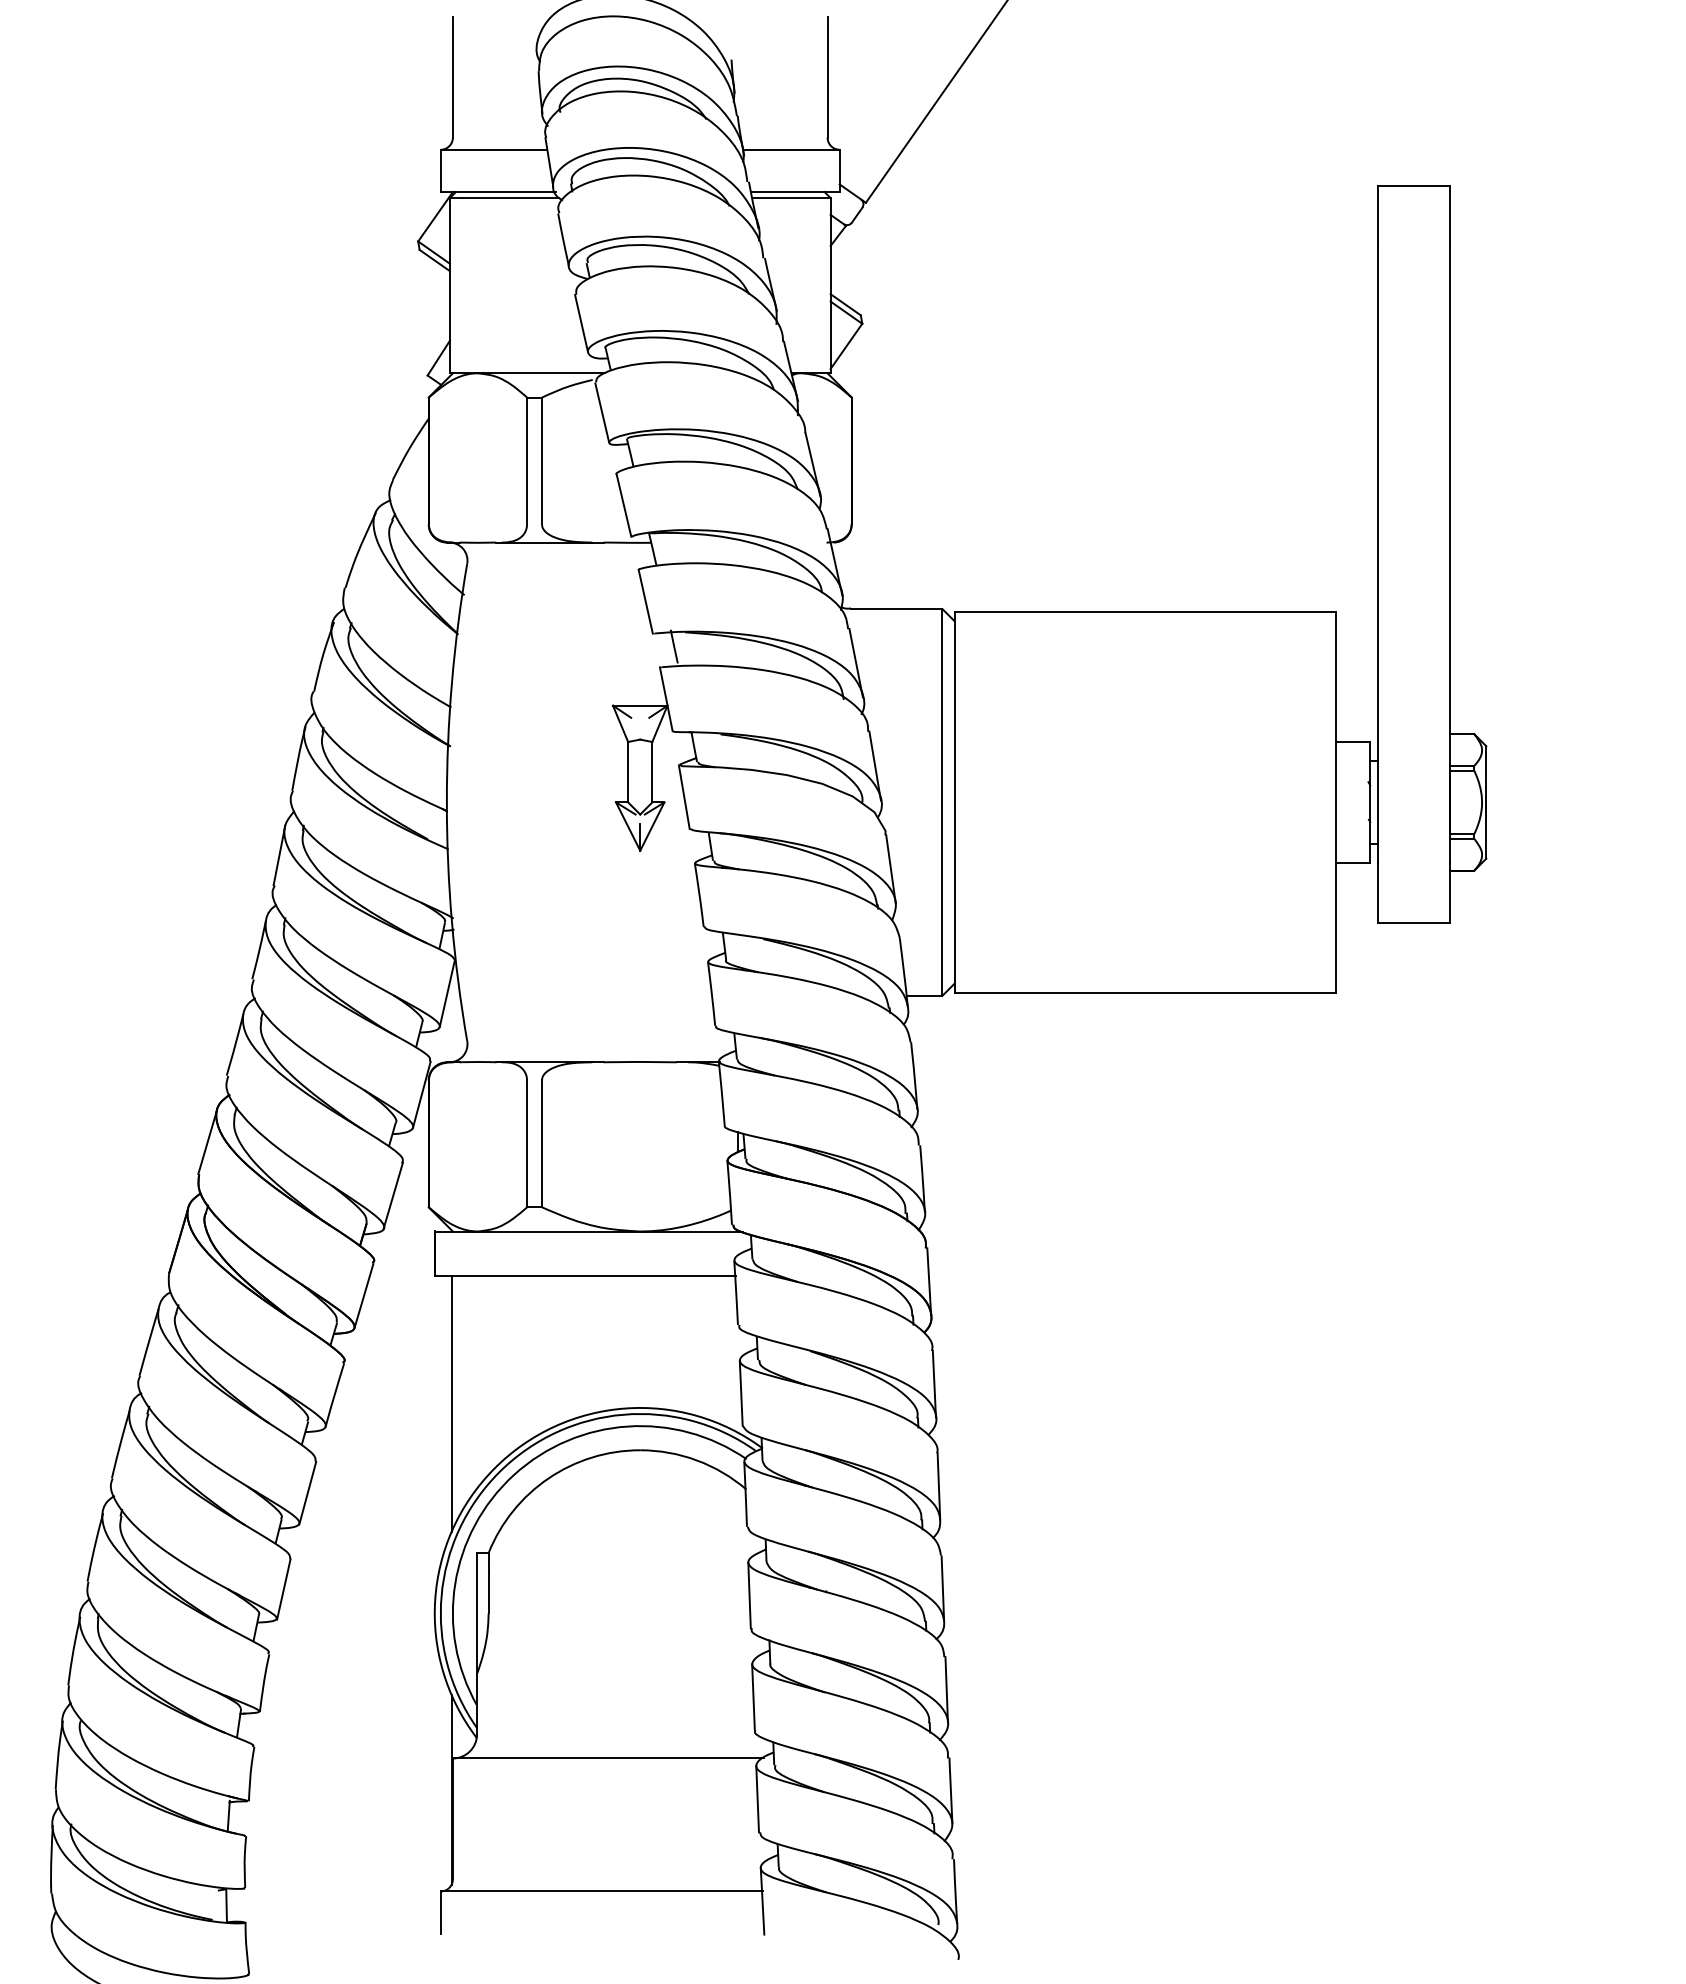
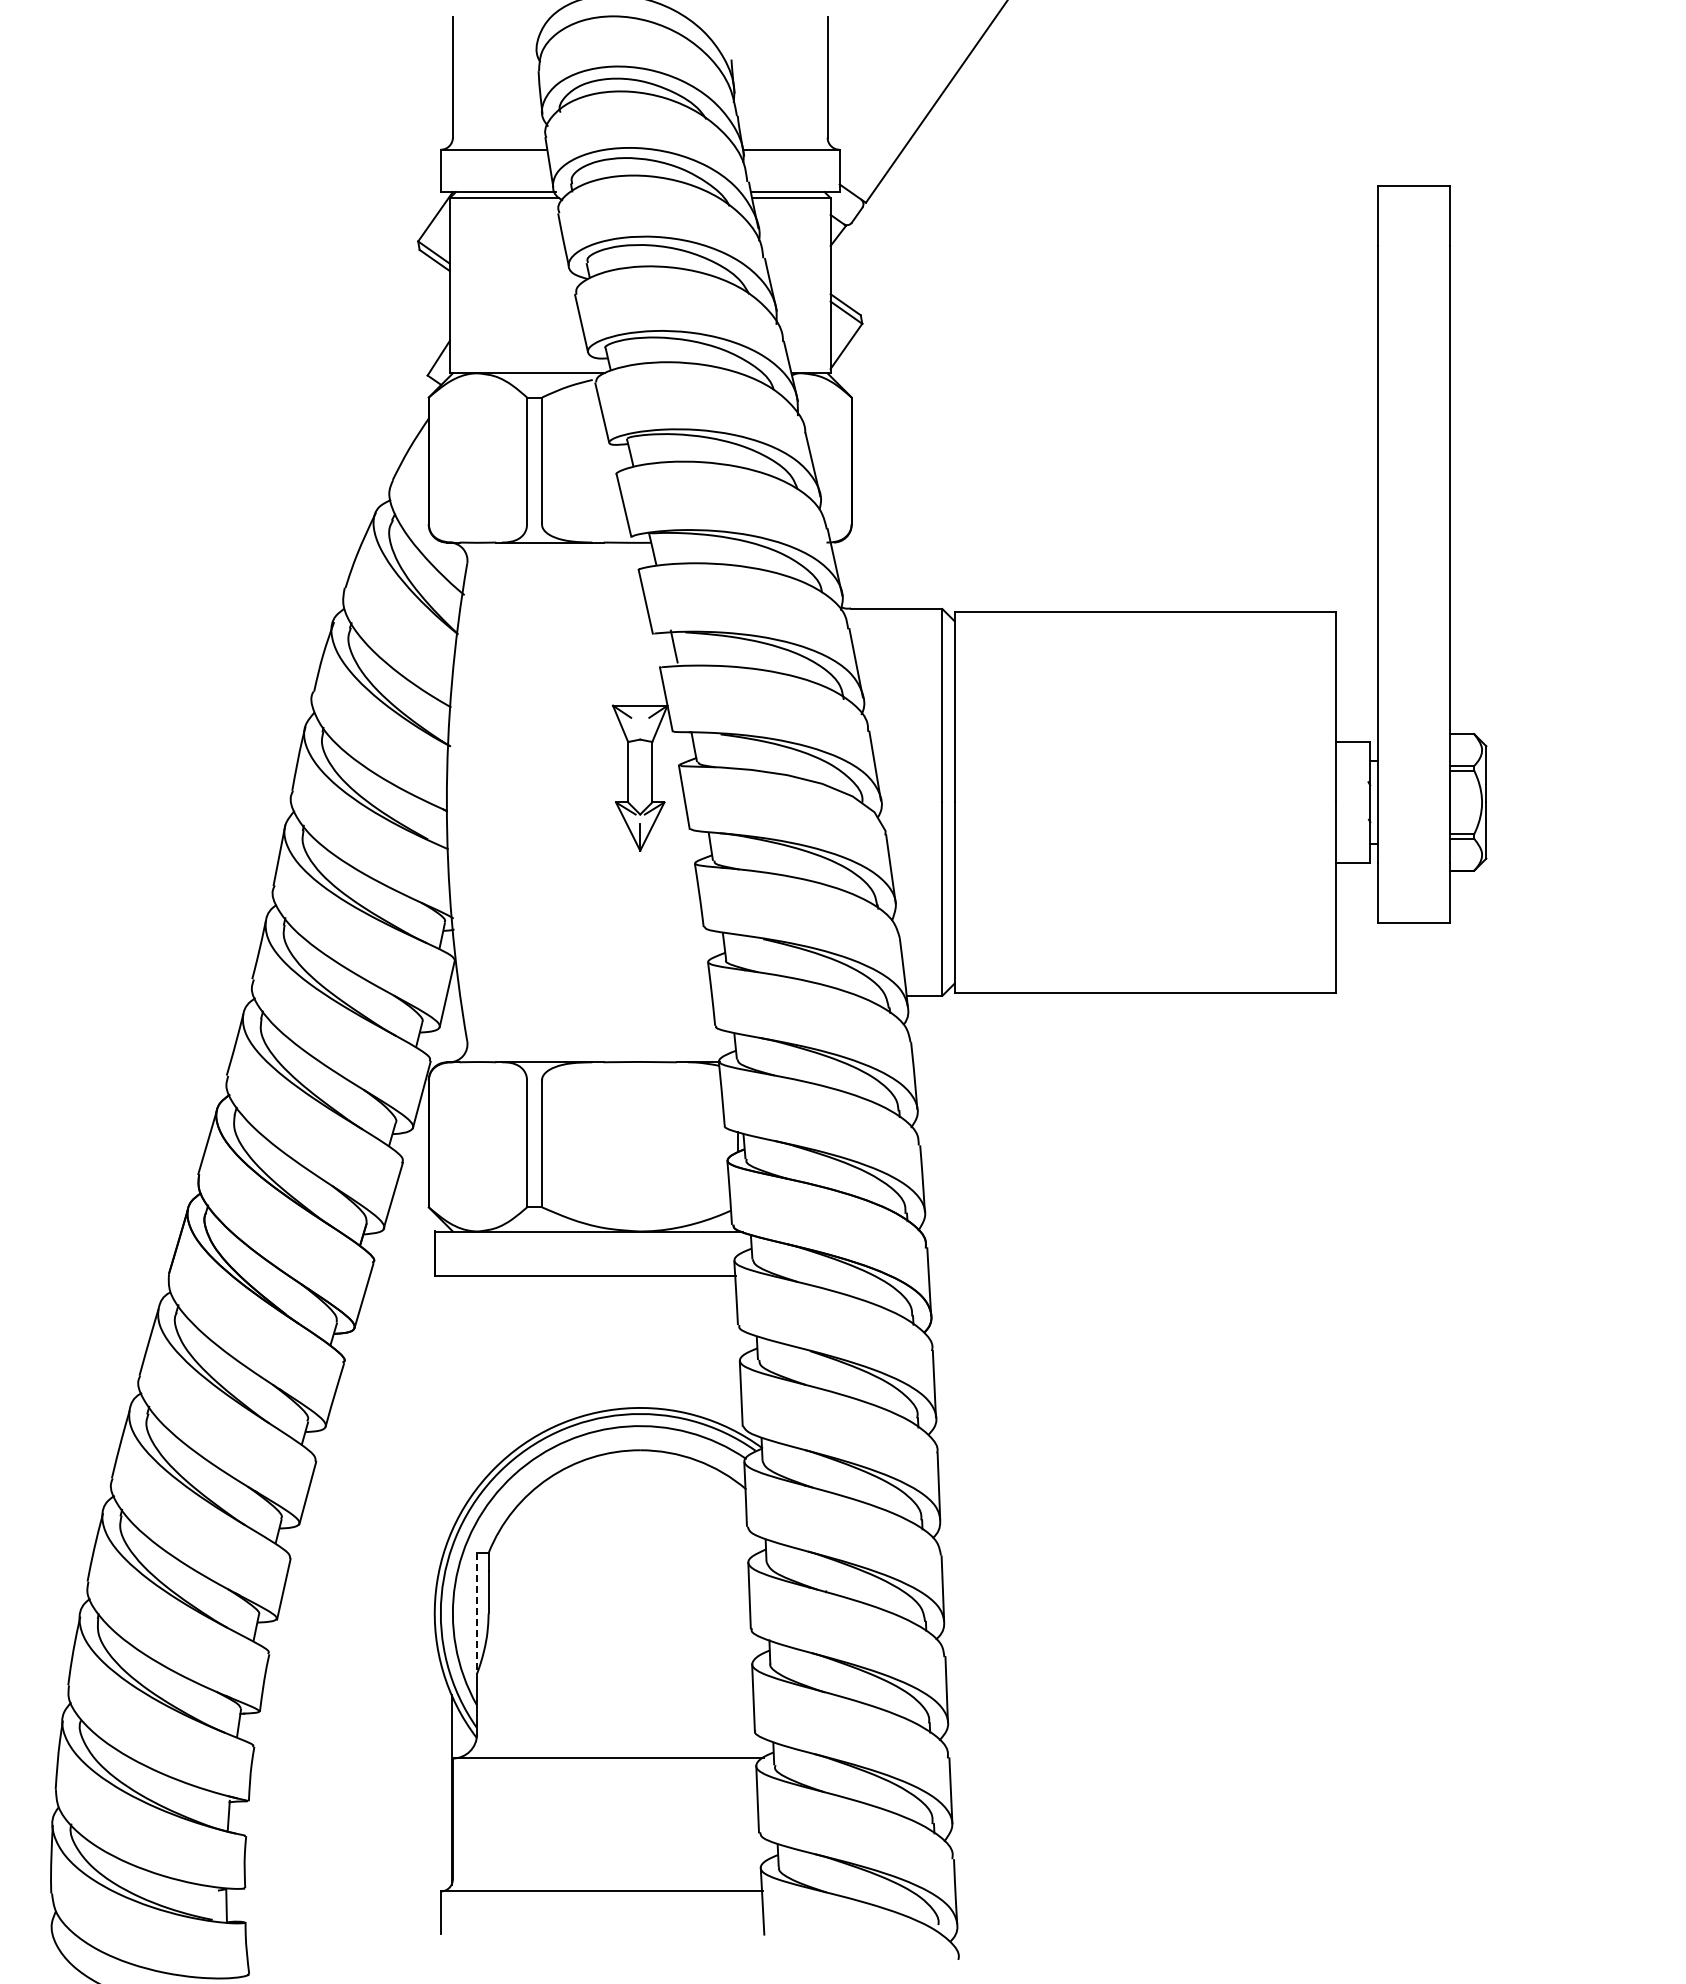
line at (451, 1403): present -> none
line at (477, 1613): solid -> dashed
